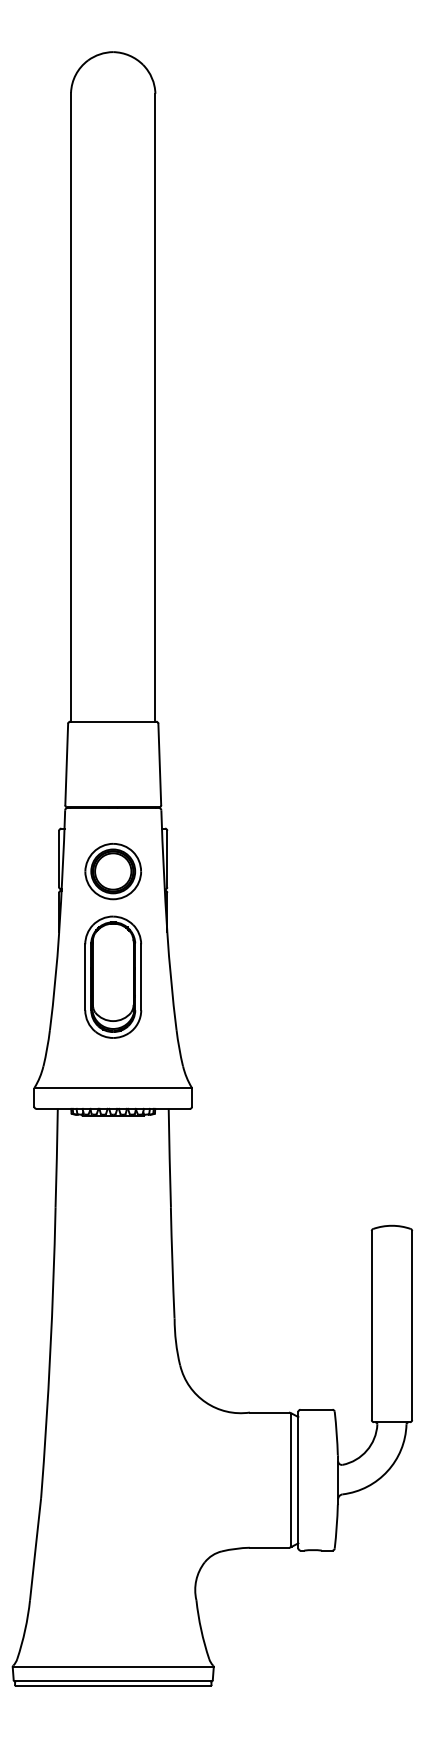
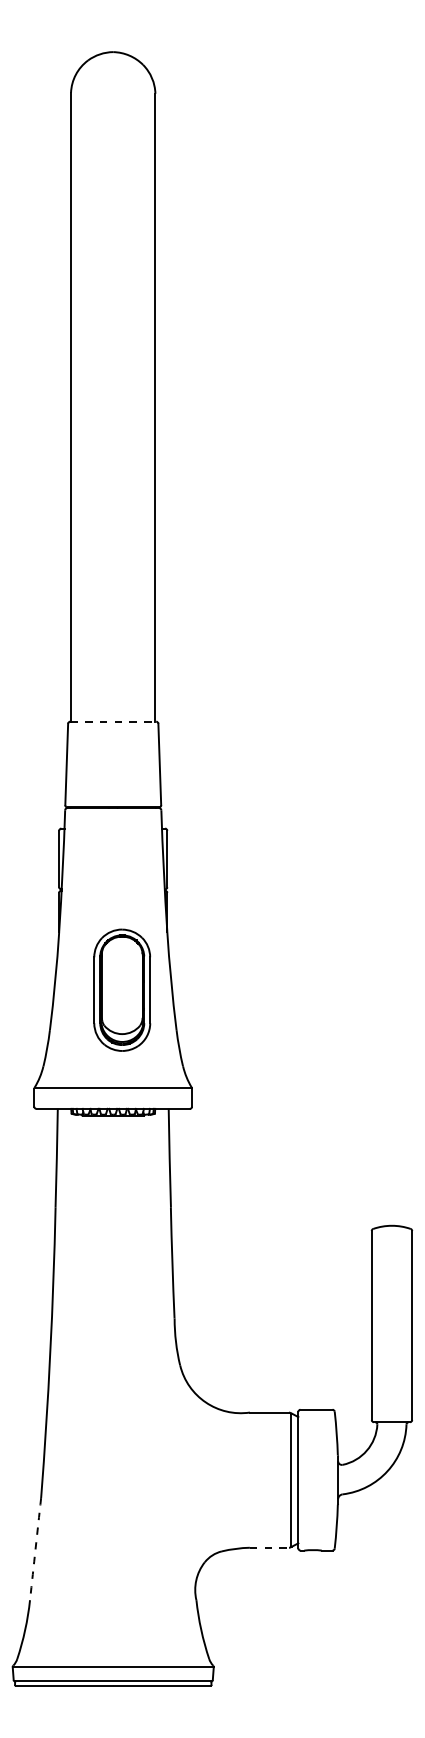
line at (113, 721): solid -> dashed
part at (112, 871): present -> none
part at (113, 976) position: (113, 976) -> (122, 989)
line at (269, 1547): solid -> dashed
arc at (35, 1549): solid -> dashed
